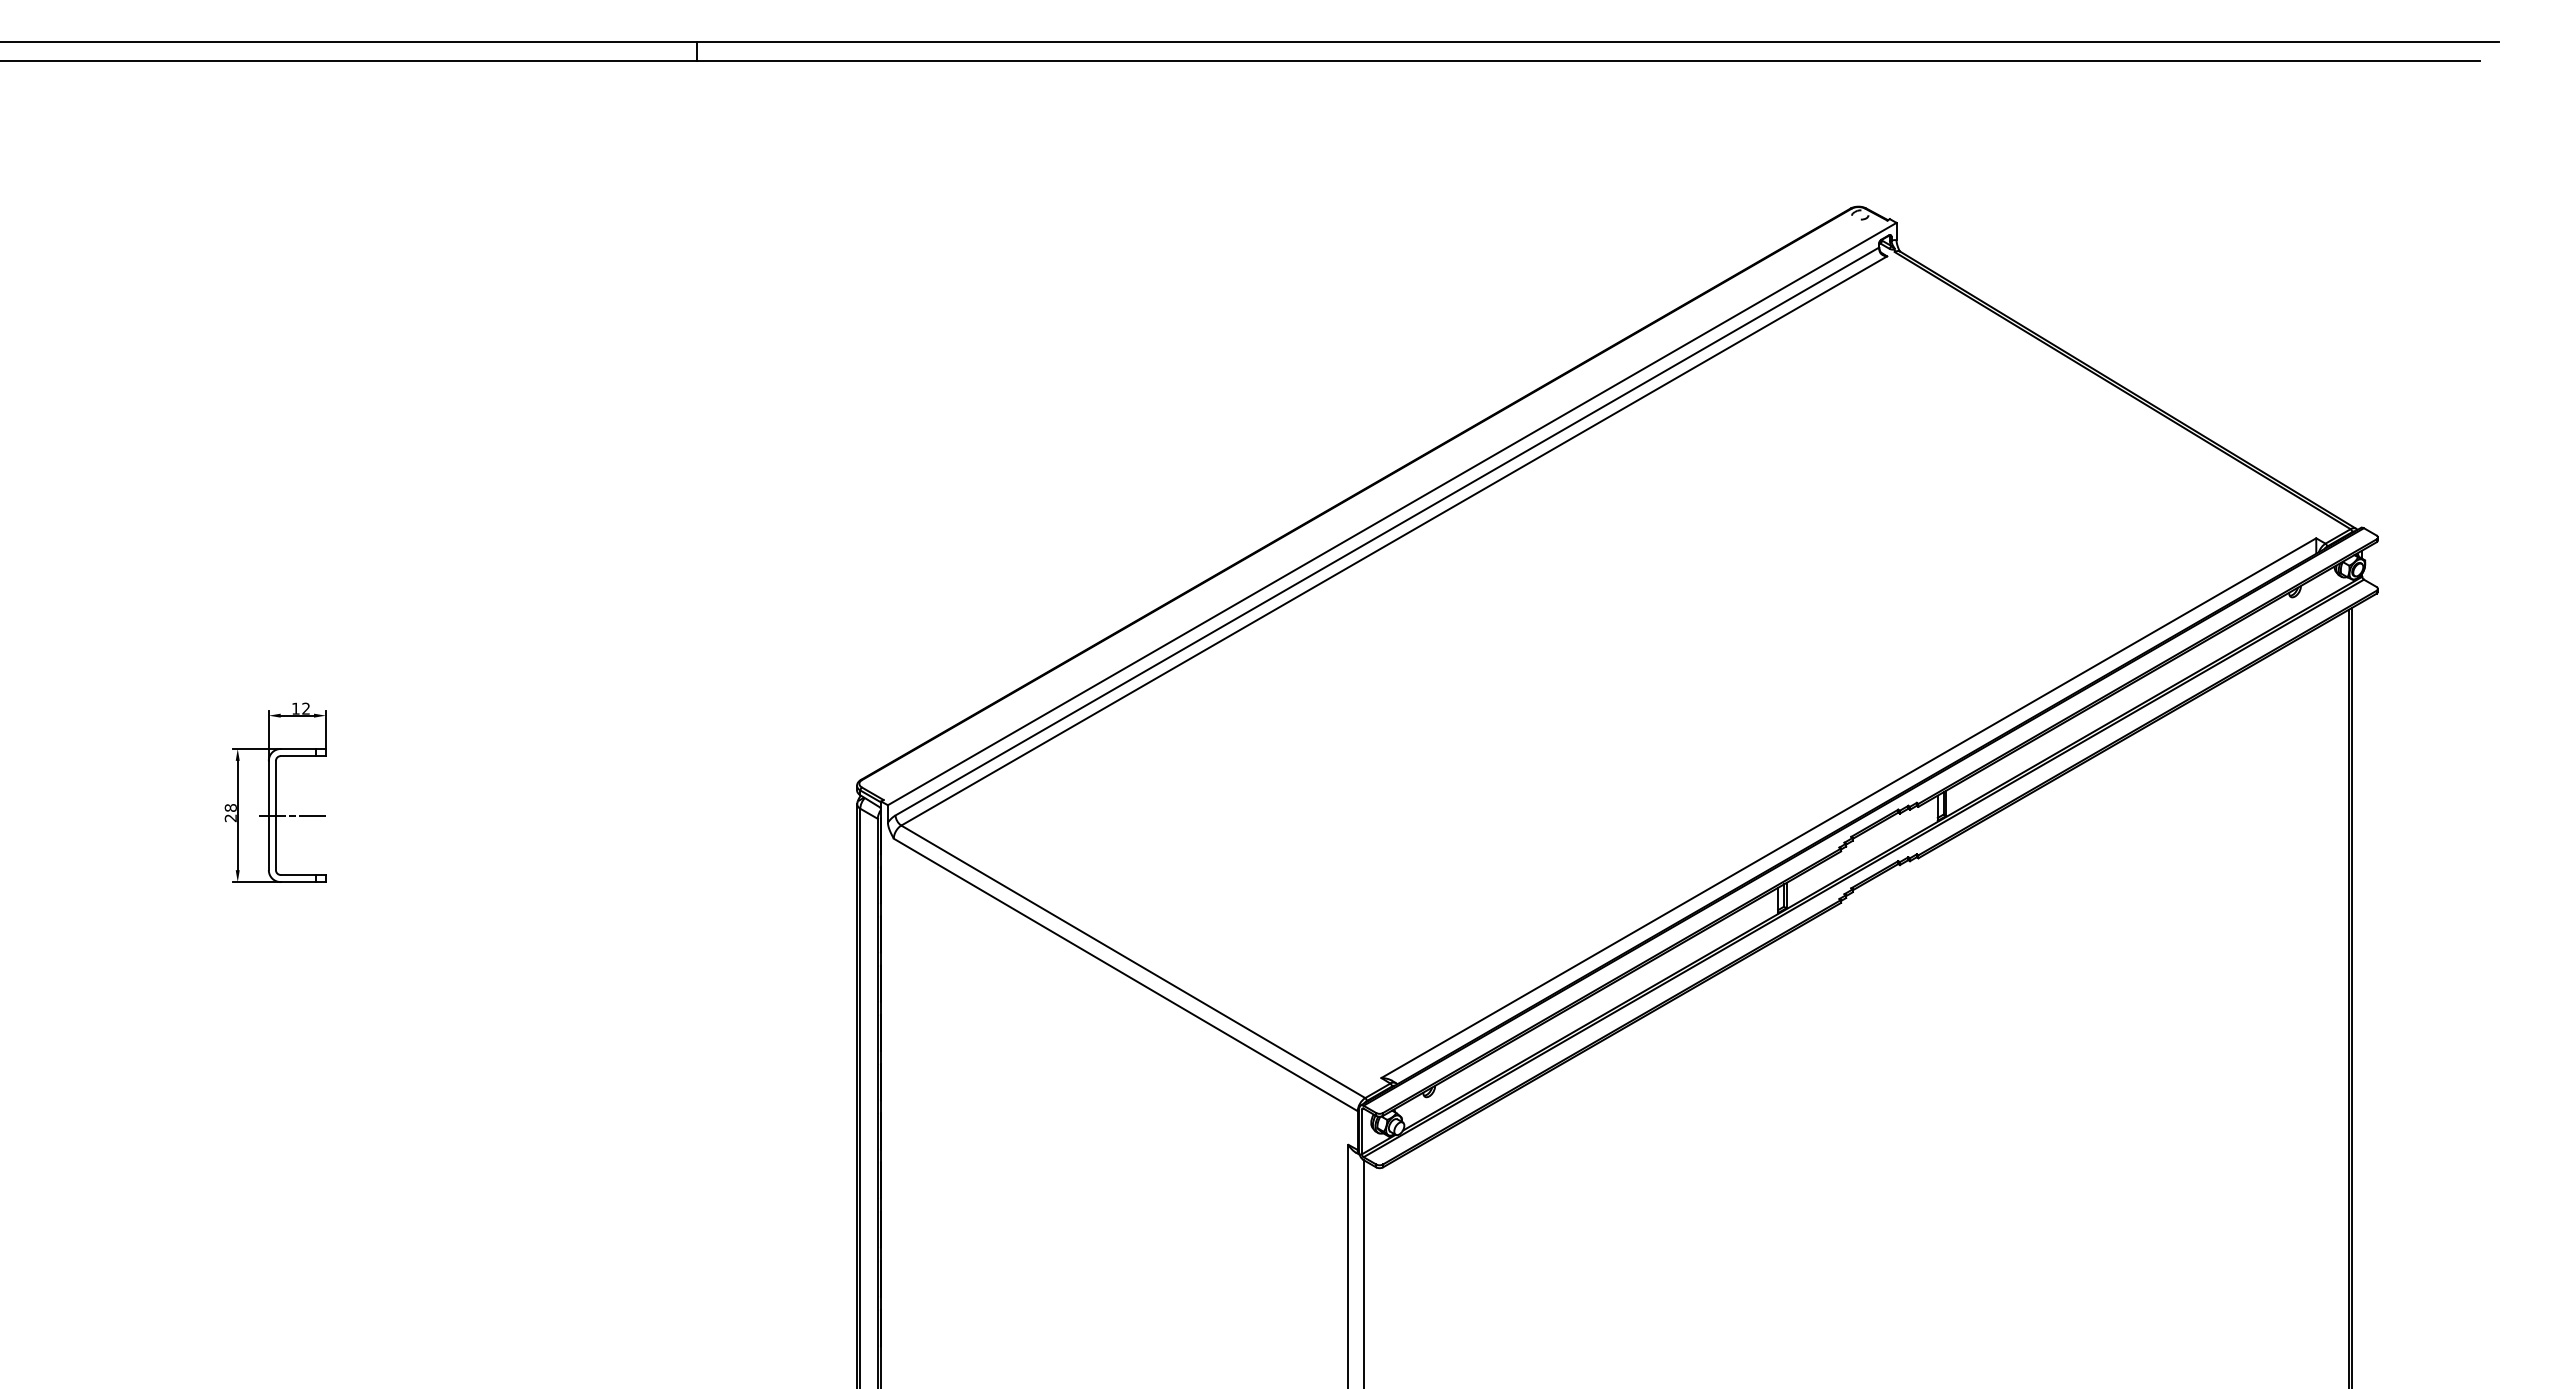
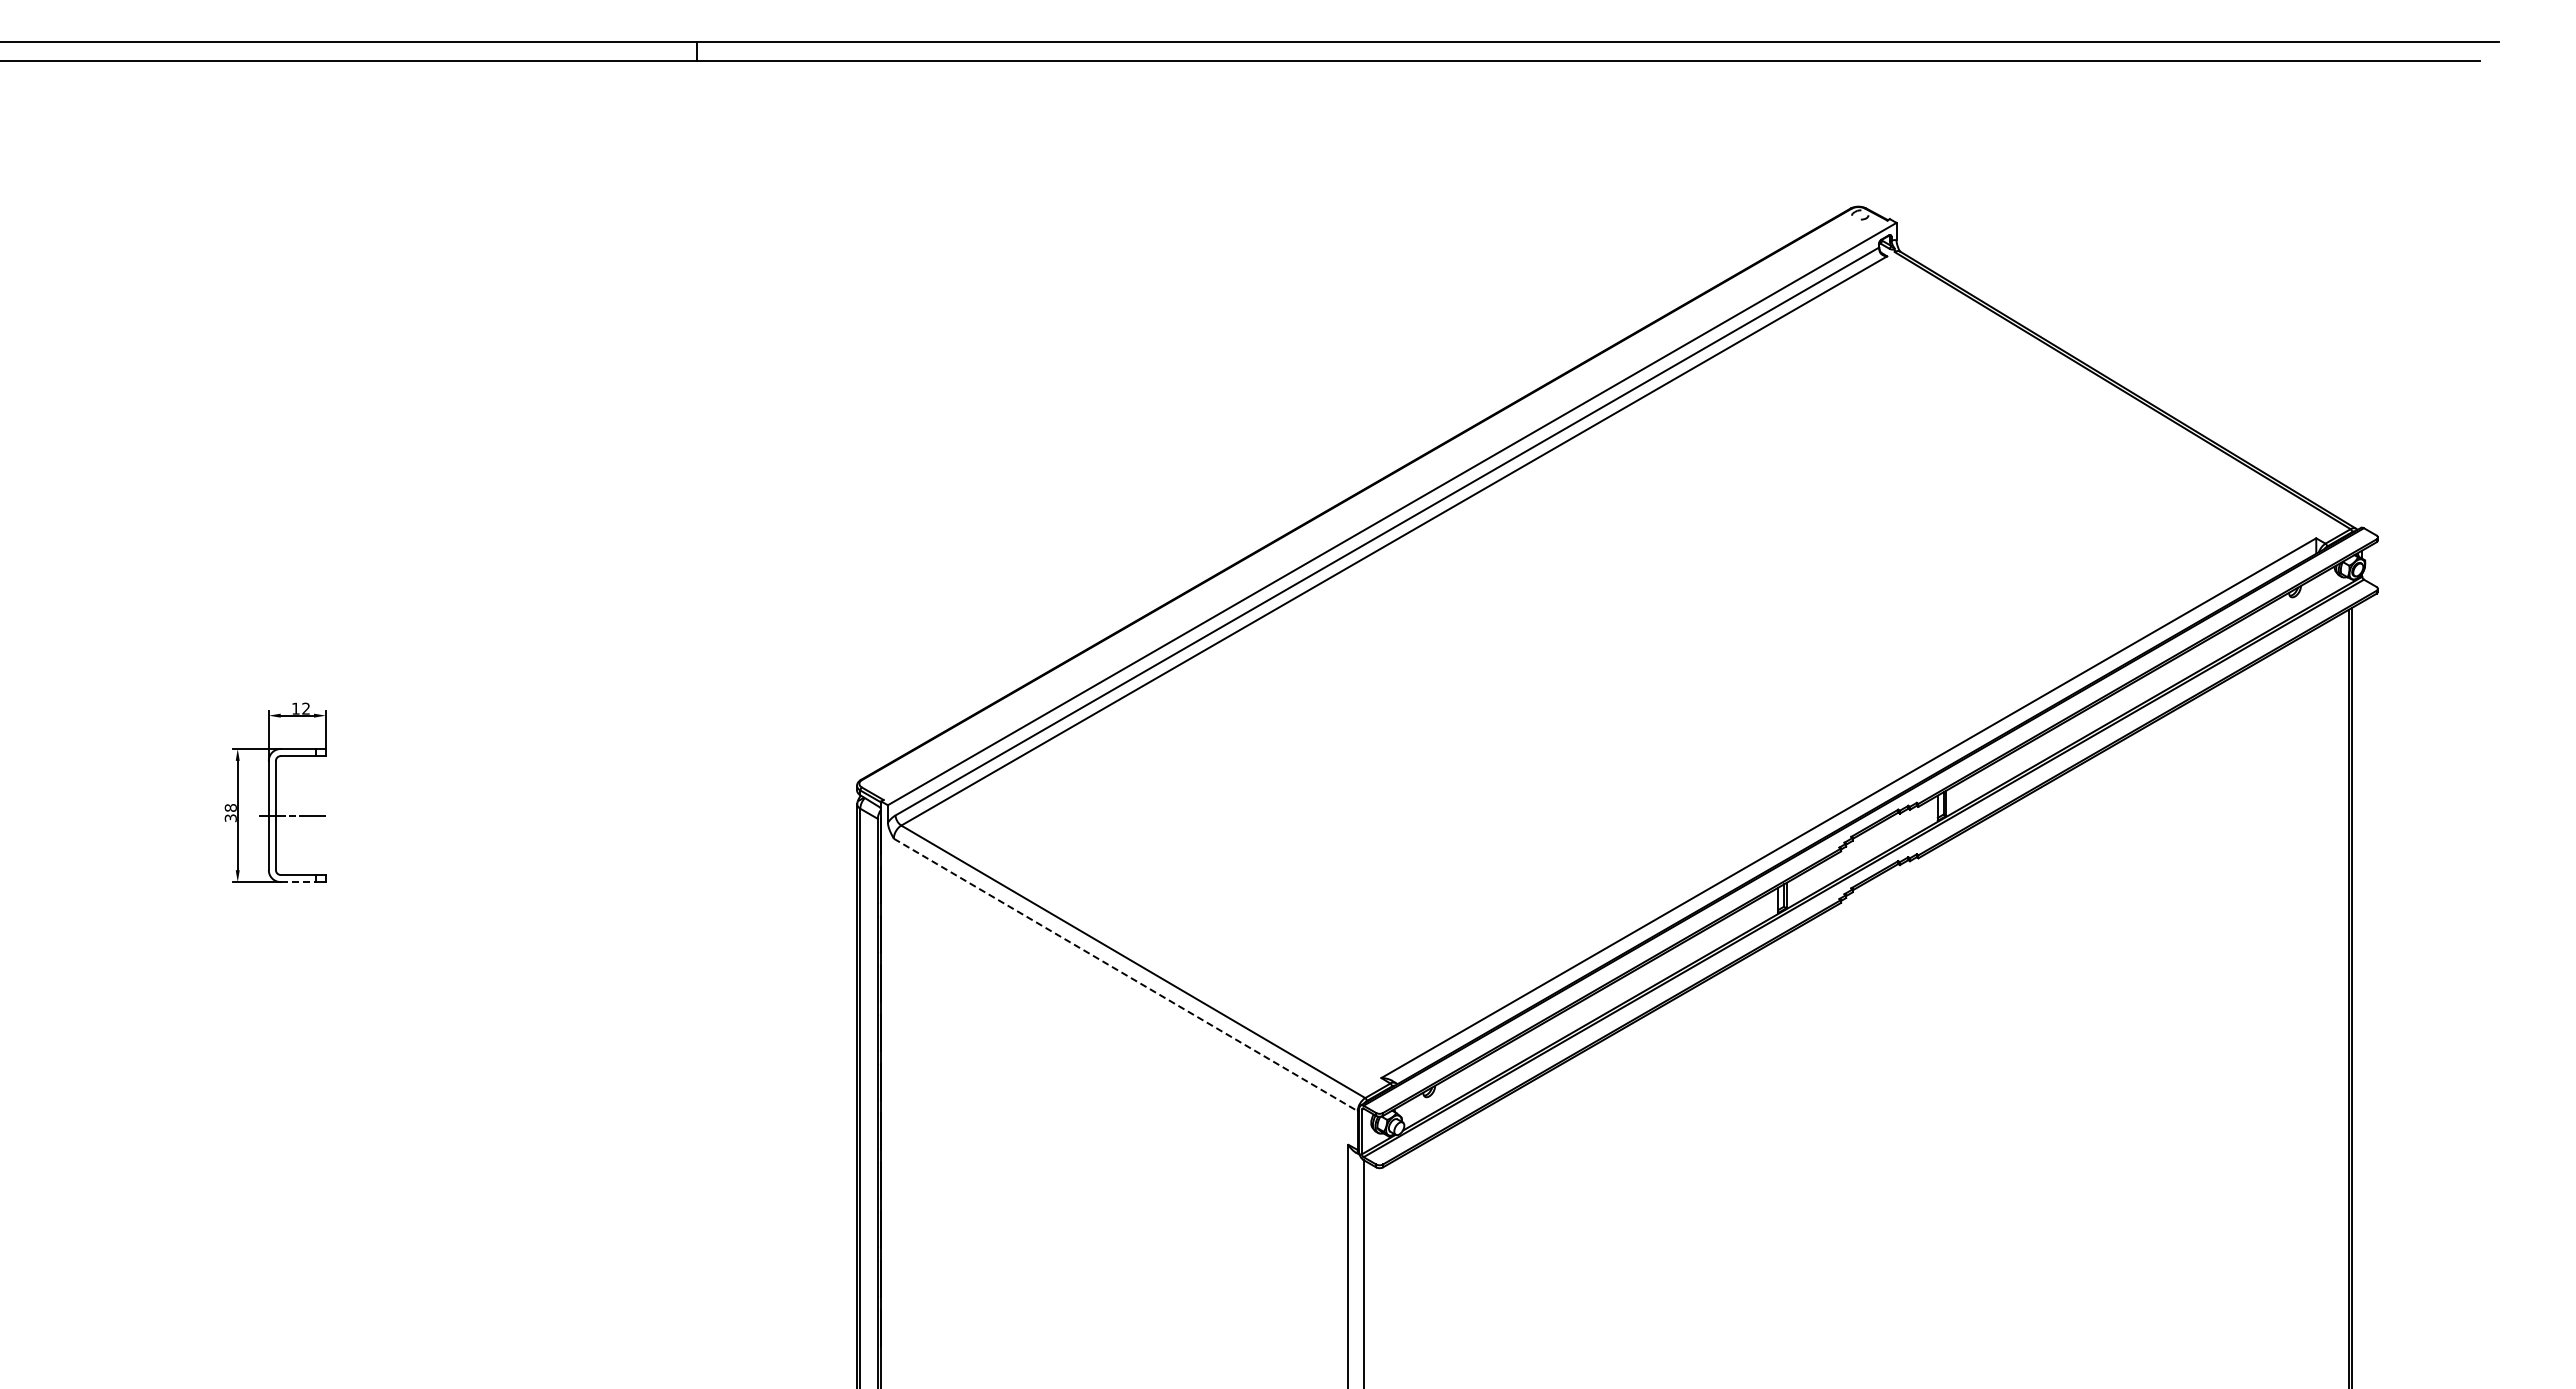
text at (230, 818): 28 -> 38
line at (298, 882): solid -> dashed
line at (1125, 974): solid -> dashed
